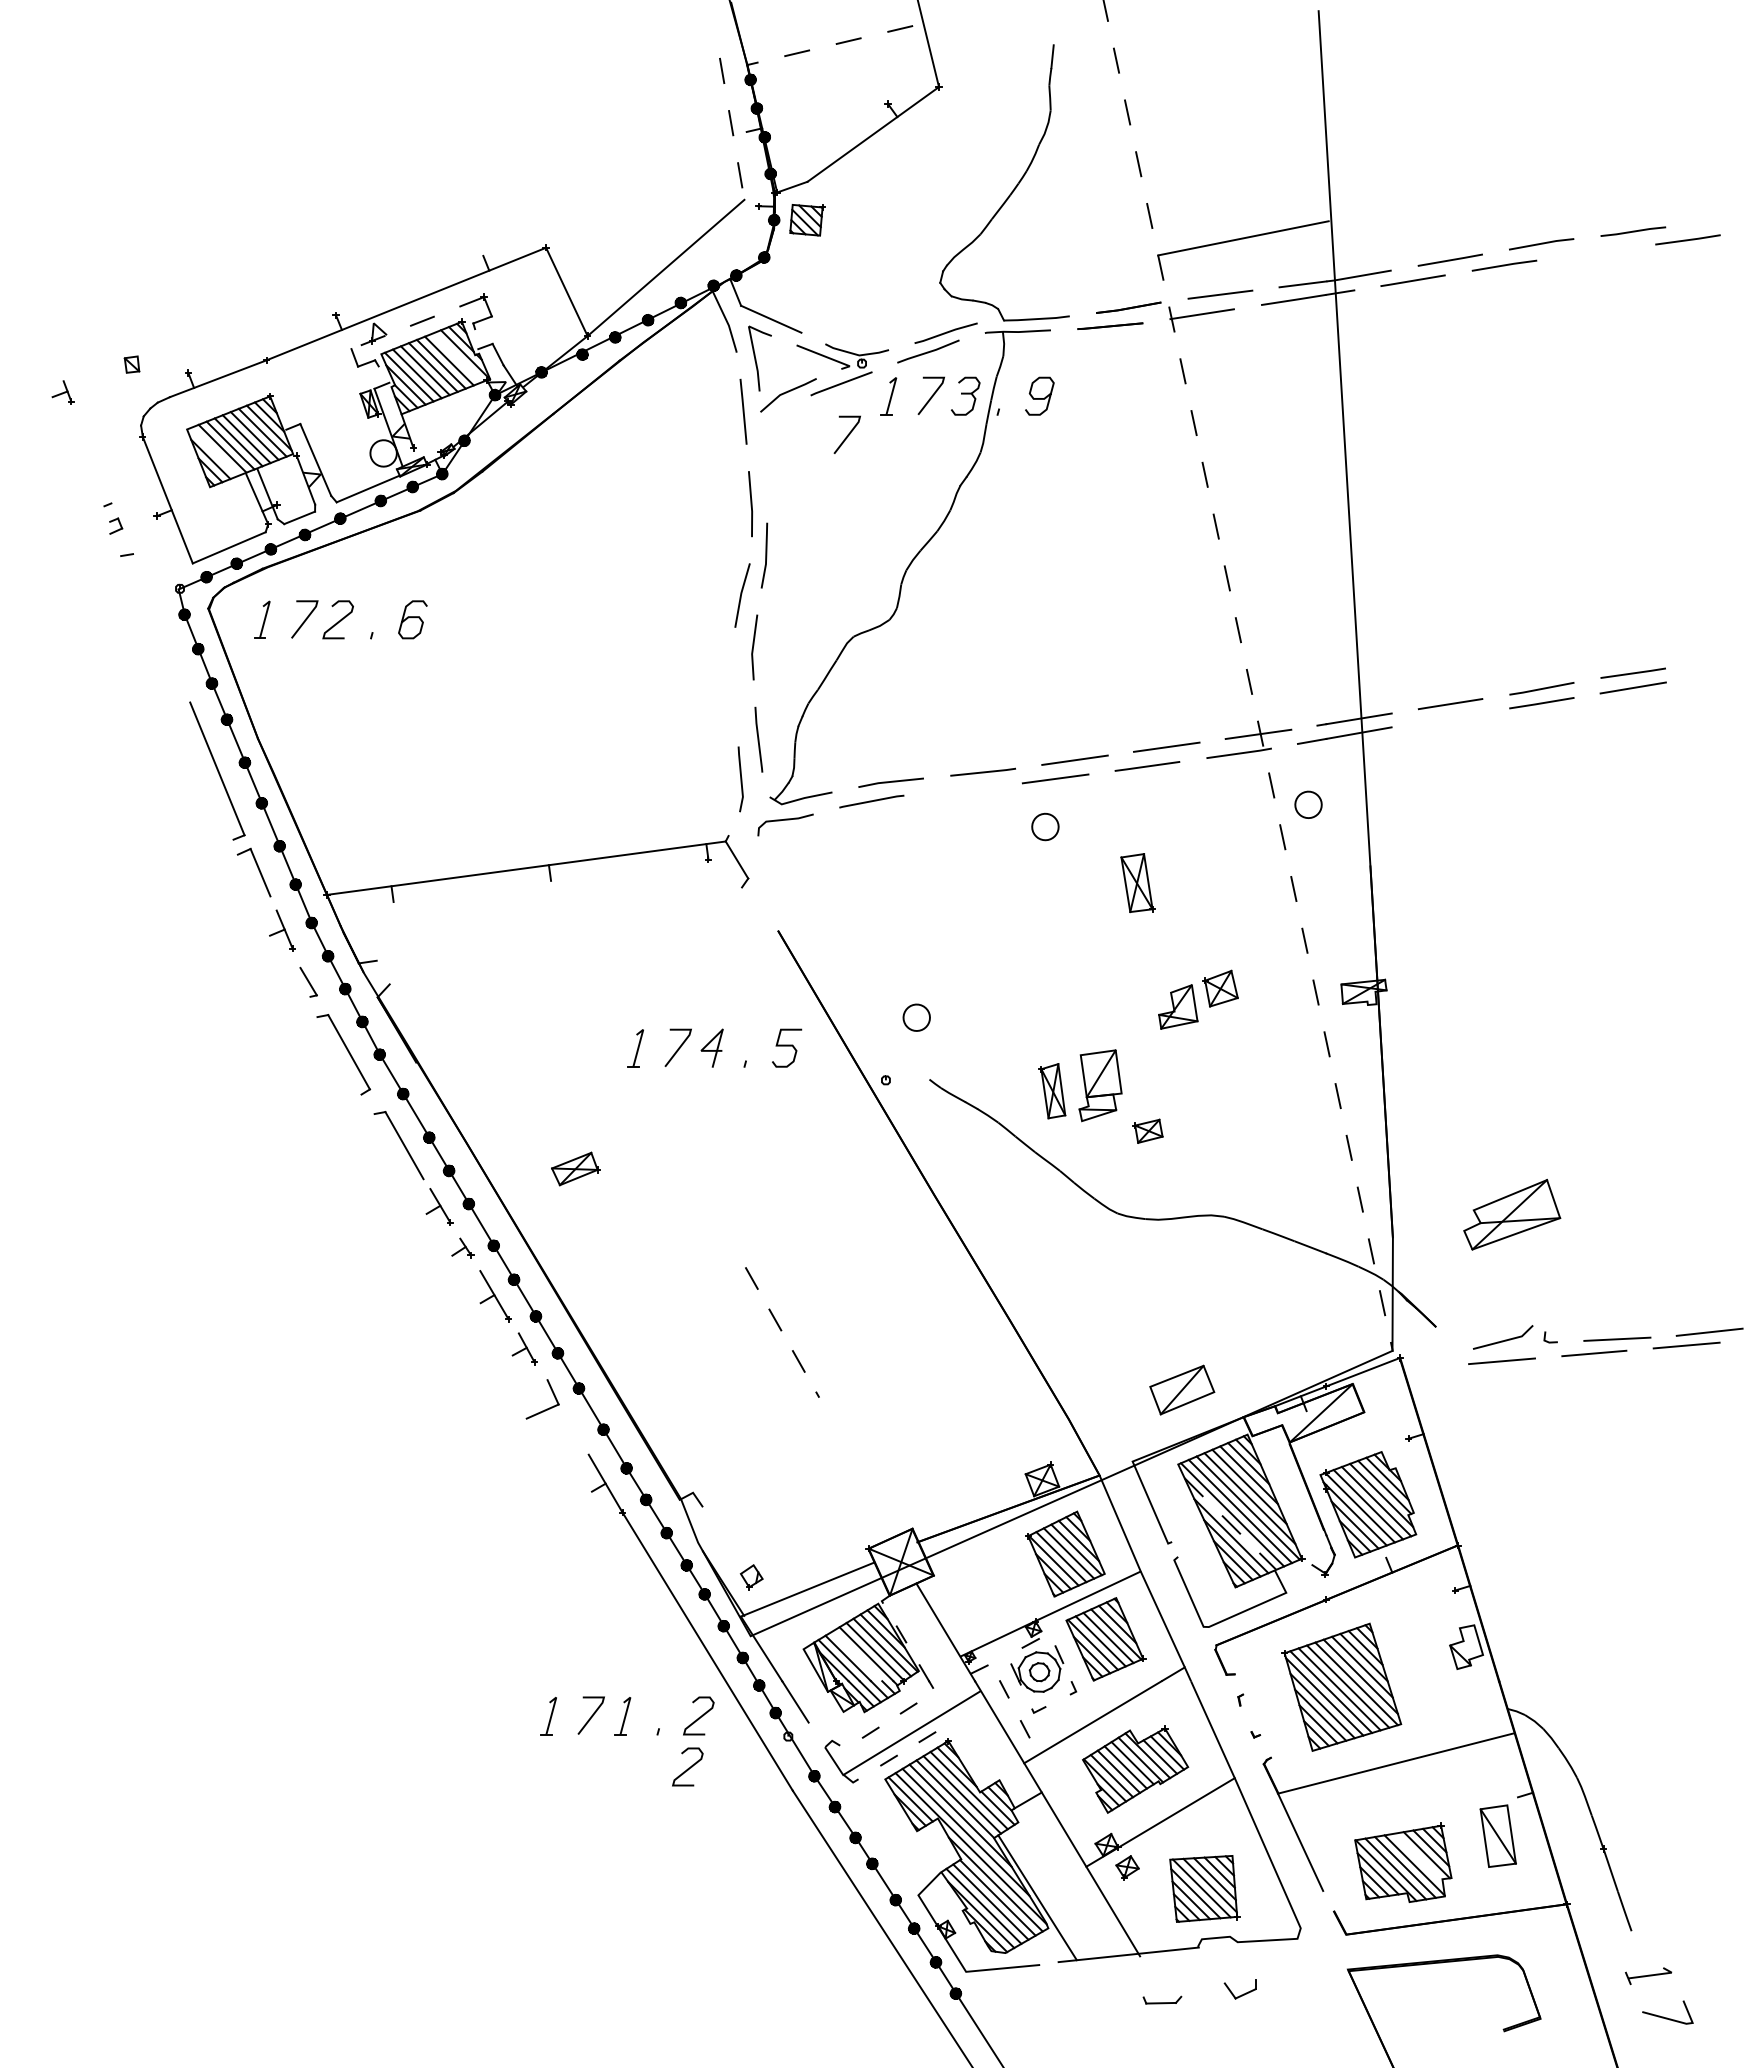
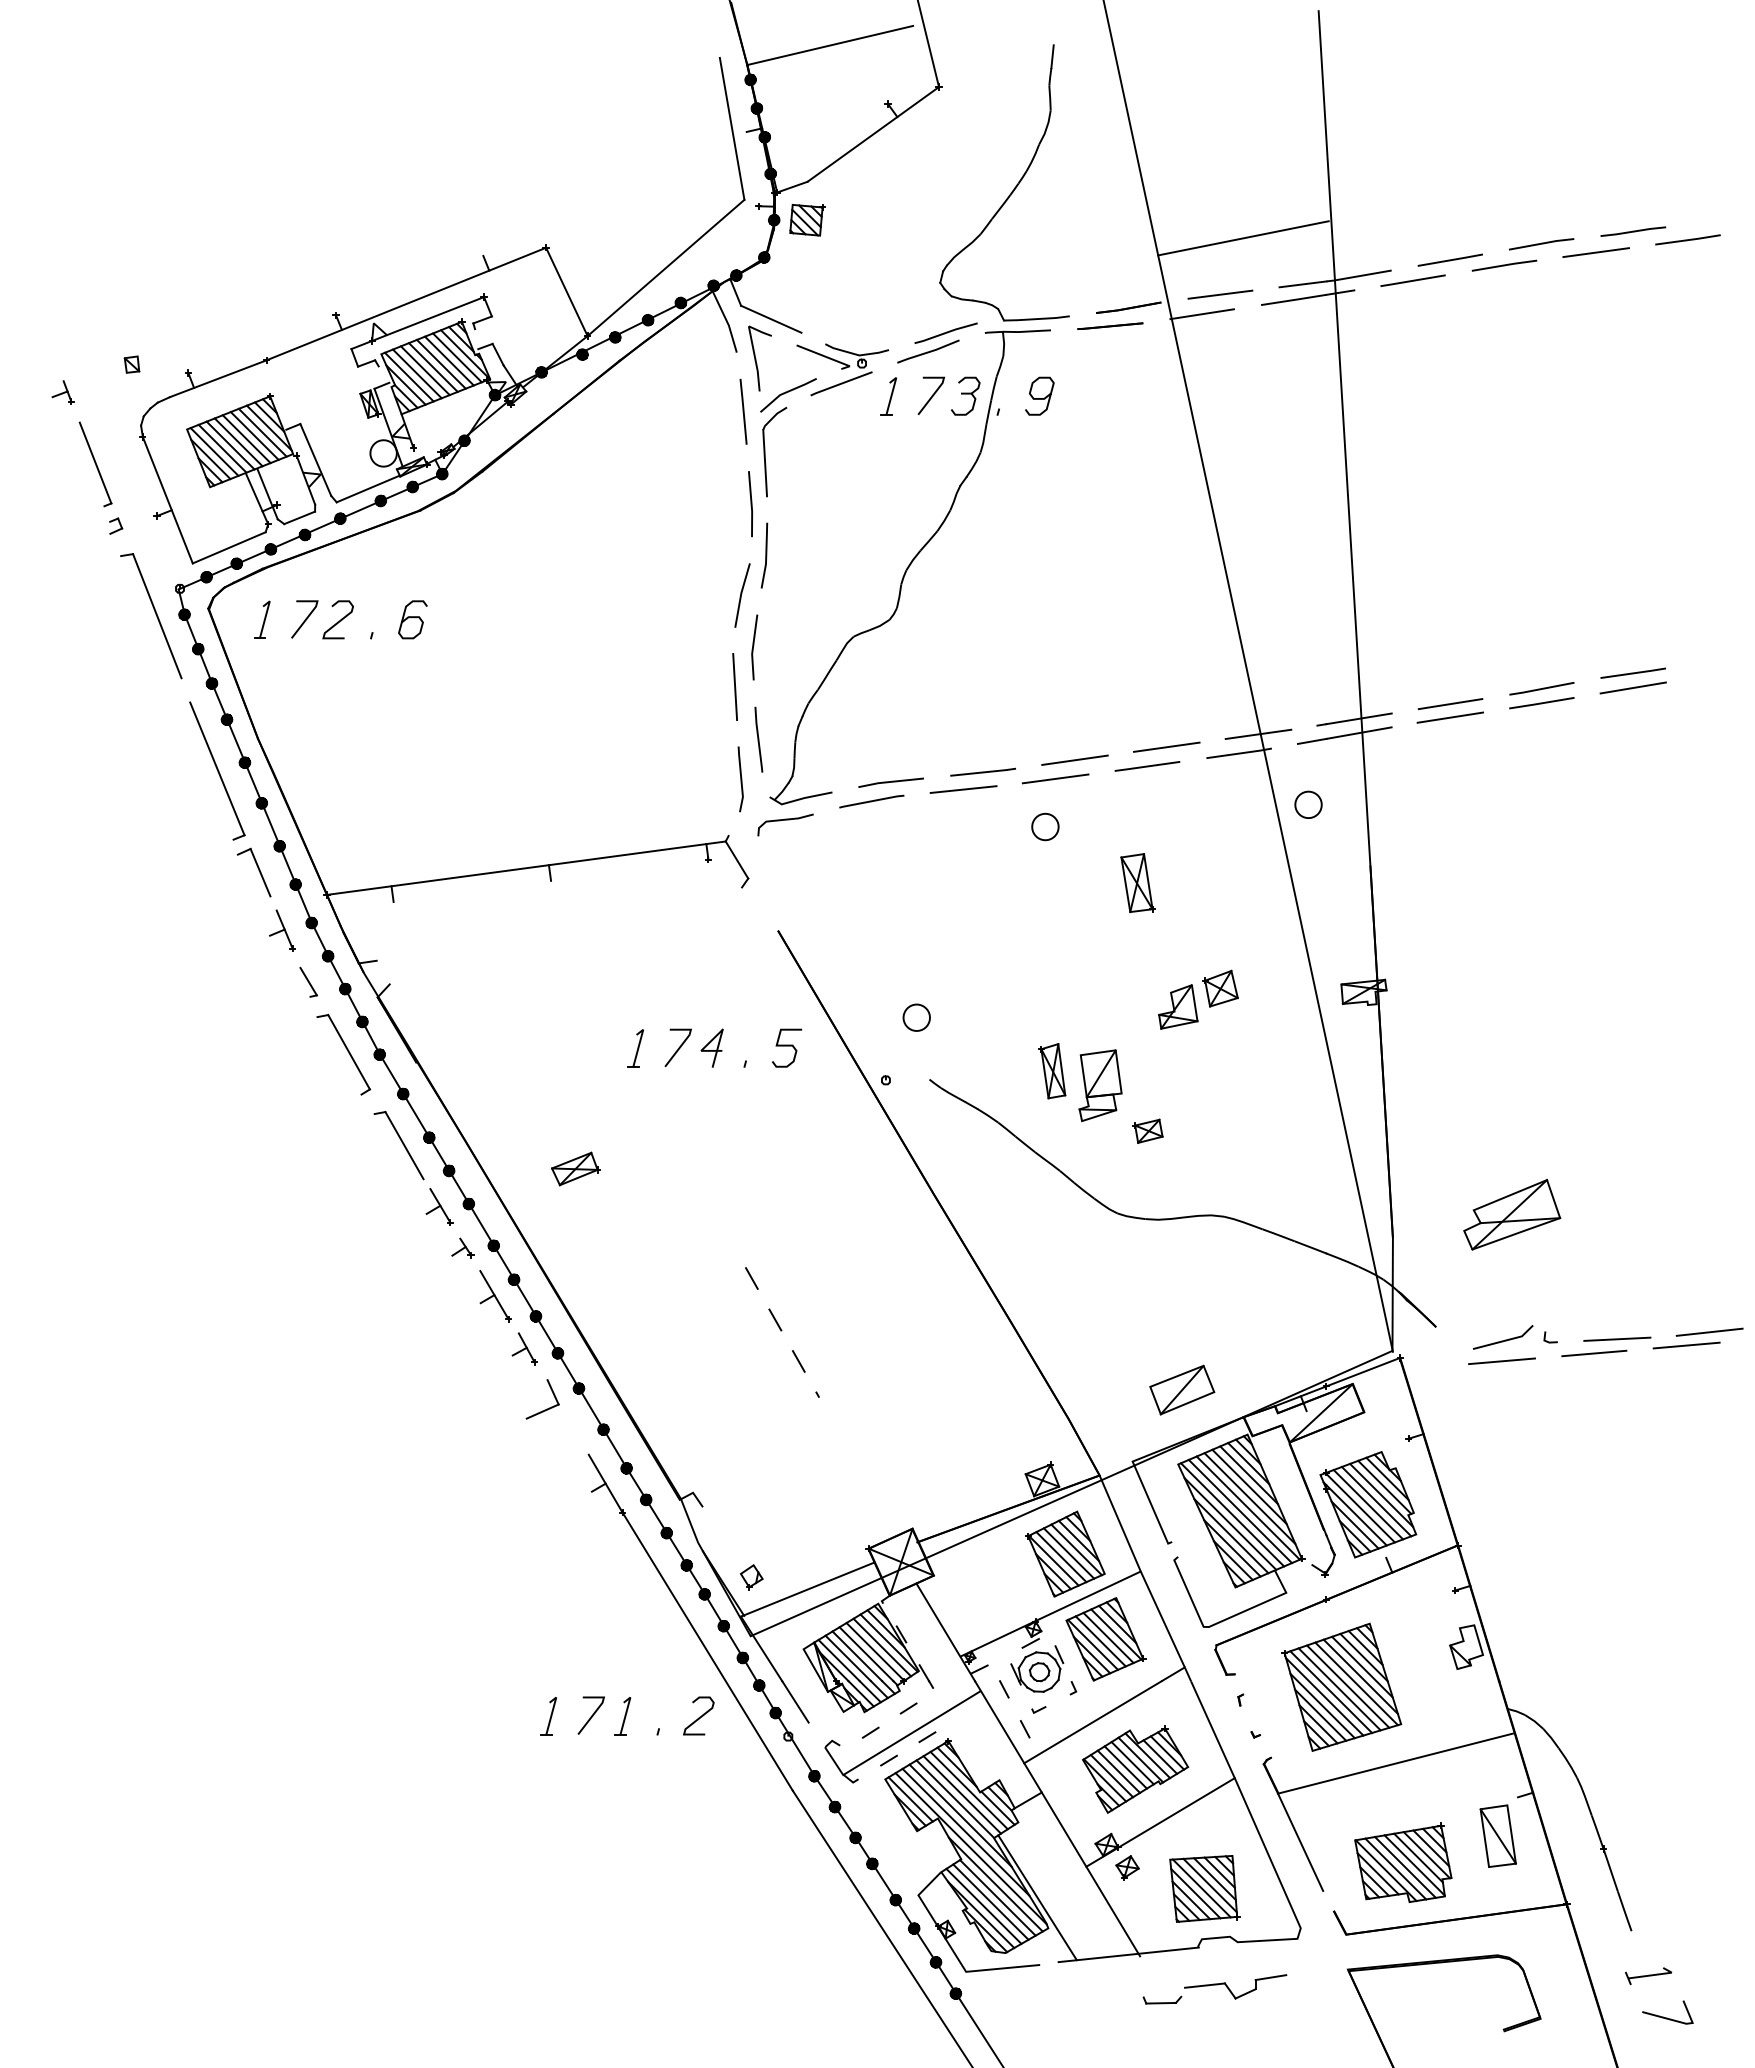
line at (829, 45): dashed -> solid
line at (732, 129): dashed -> solid
line at (1596, 252): none -> present
line at (417, 323): dashed -> solid
line at (457, 357): none -> present
line at (847, 434): present -> none
line at (214, 451): none -> present
part at (765, 451): none -> present
line at (95, 462): none -> present
line at (157, 616): none -> present
line at (1248, 676): dashed -> solid
line at (734, 686): none -> present
line at (1450, 717): none -> present
line at (963, 789): none -> present
part at (1052, 1091) position: (1052, 1091) -> (1052, 1071)
line at (1230, 1523): dashed -> solid
line at (857, 1656): none -> present
curve at (688, 1767): present -> none
line at (1418, 1857): none -> present
line at (1270, 1977): none -> present
line at (1204, 1985): none -> present
